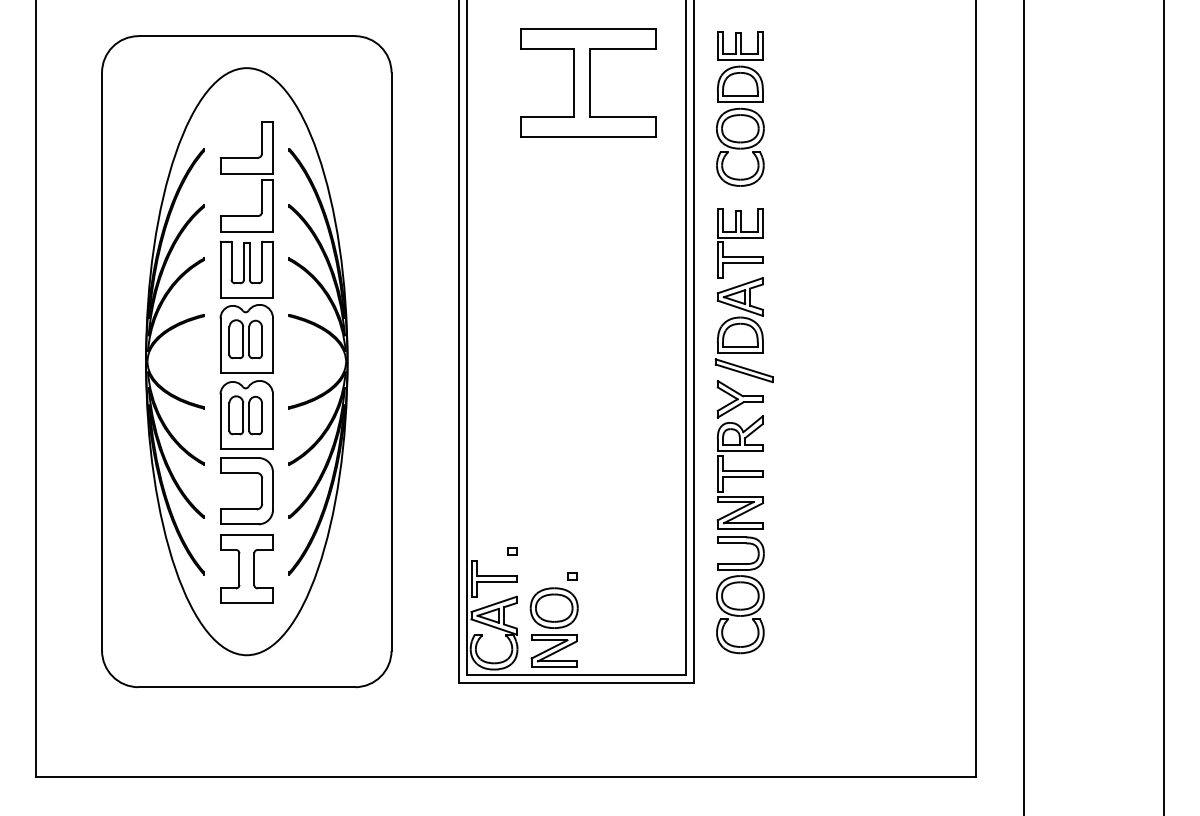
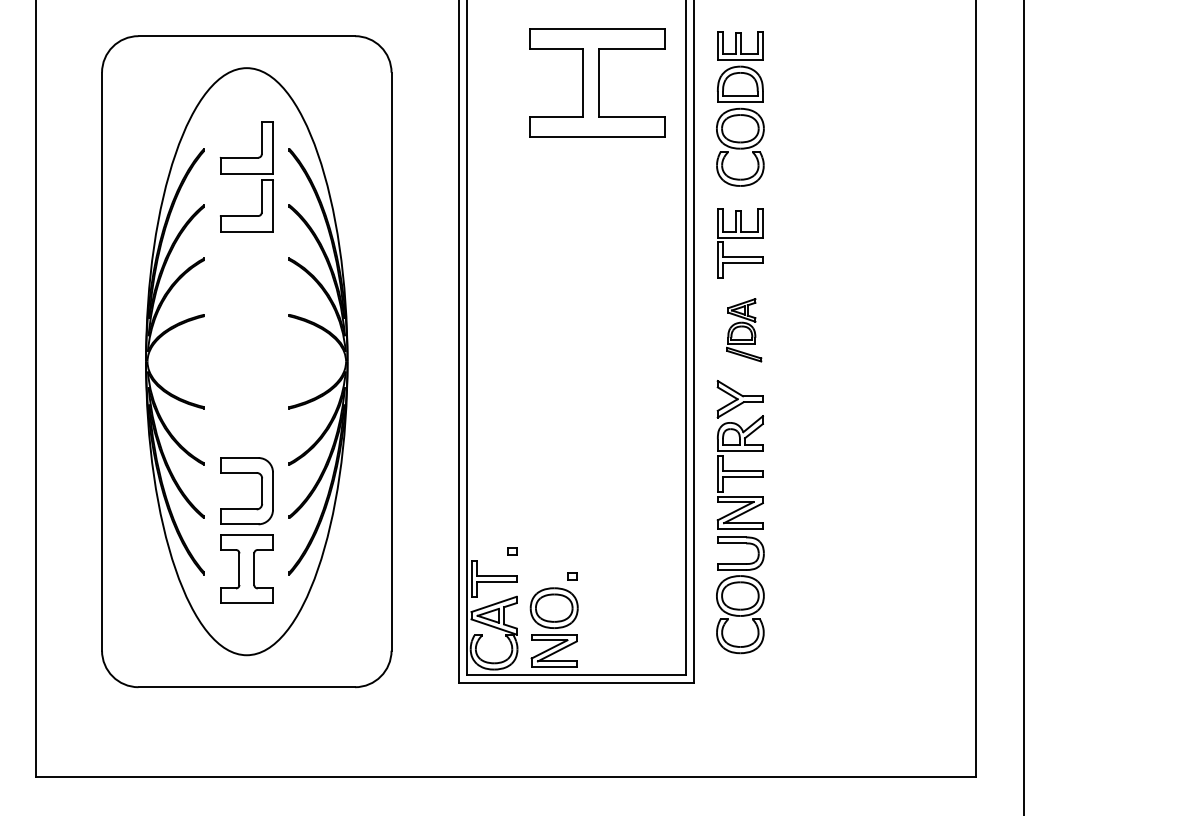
part at (588, 82) position: (588, 82) -> (597, 82)
part at (743, 330) size: 60x107 px -> 37x65 px
part at (246, 344): present -> none
line at (1164, 407): present -> none
